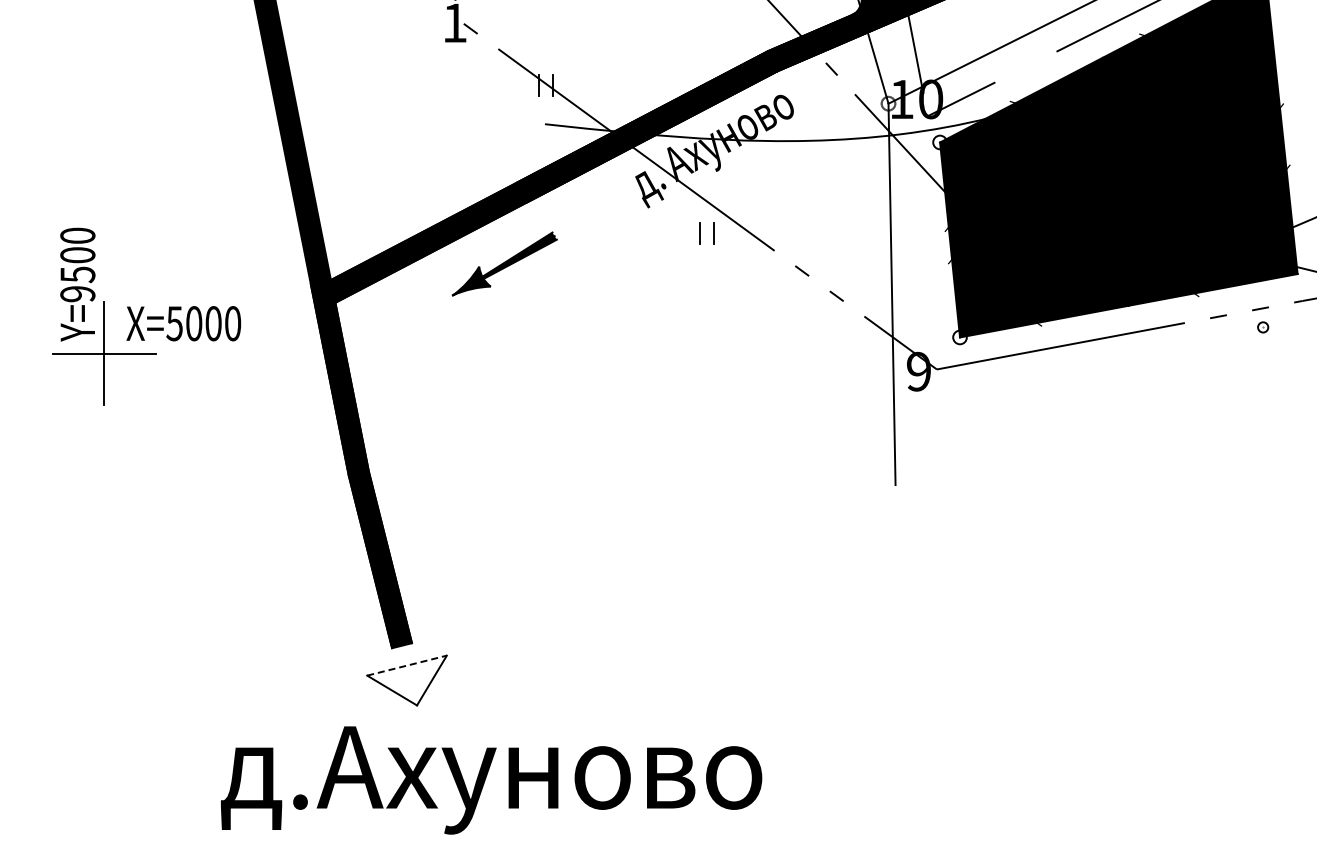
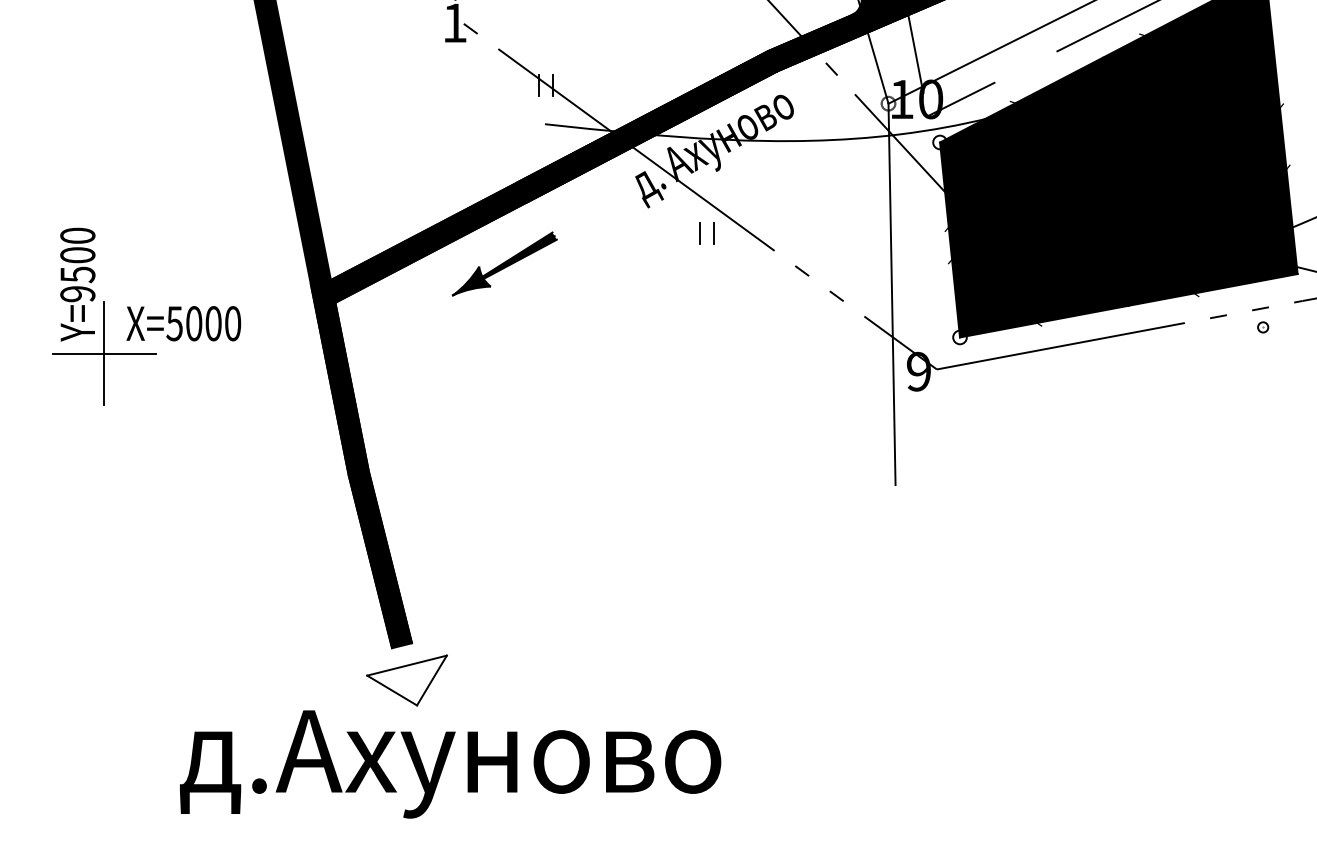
line at (407, 665): dashed -> solid
text at (491, 780) position: (491, 780) -> (450, 764)
